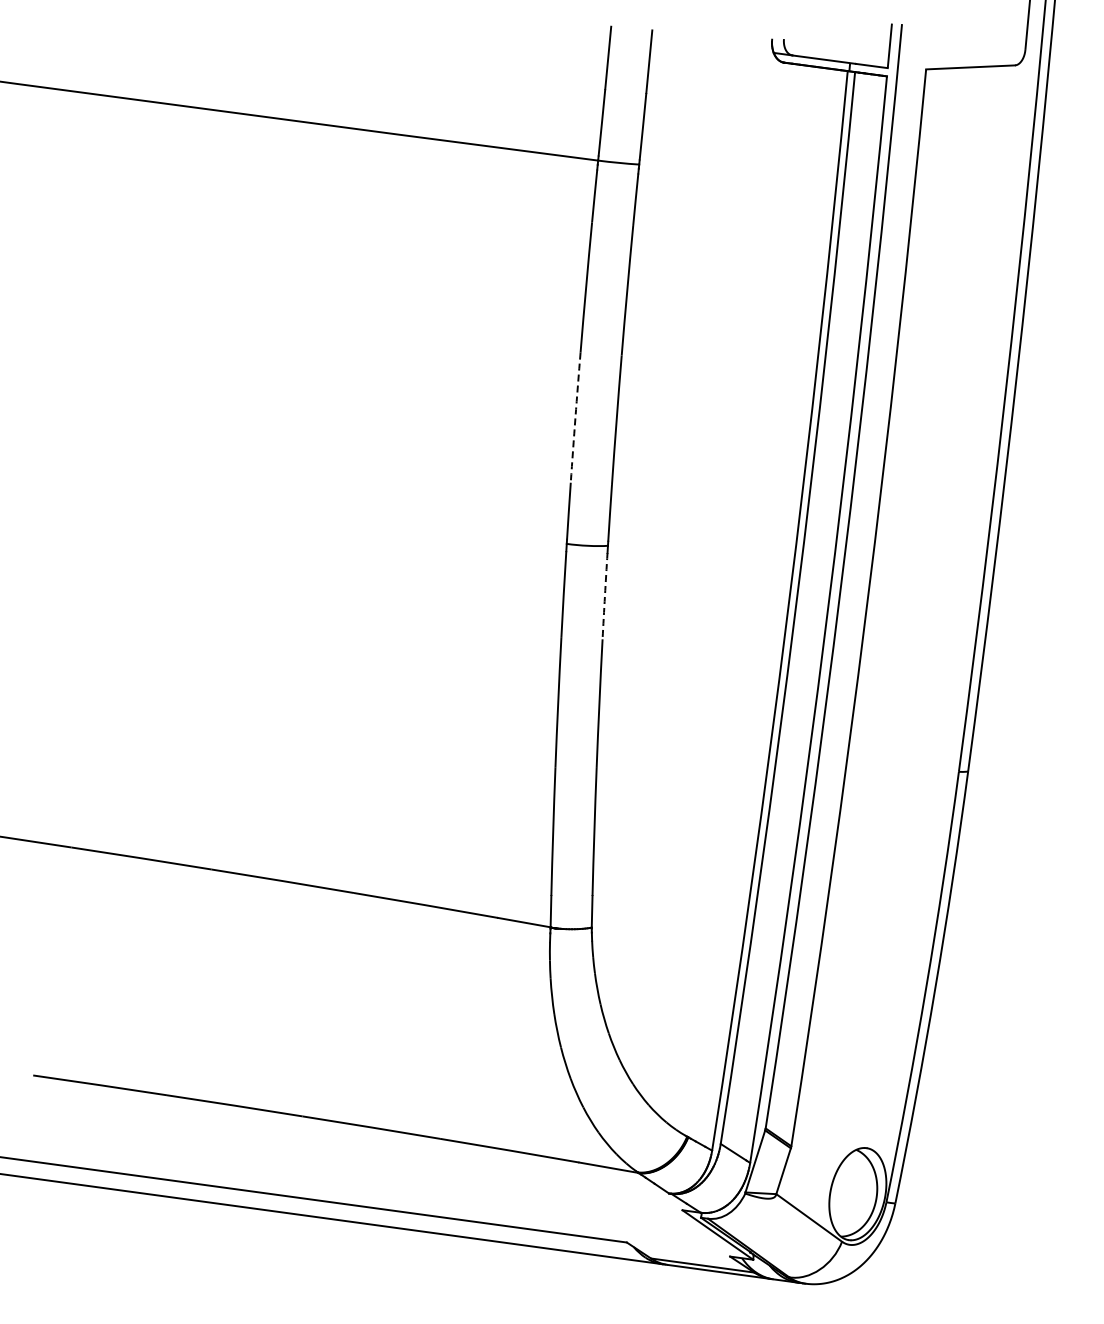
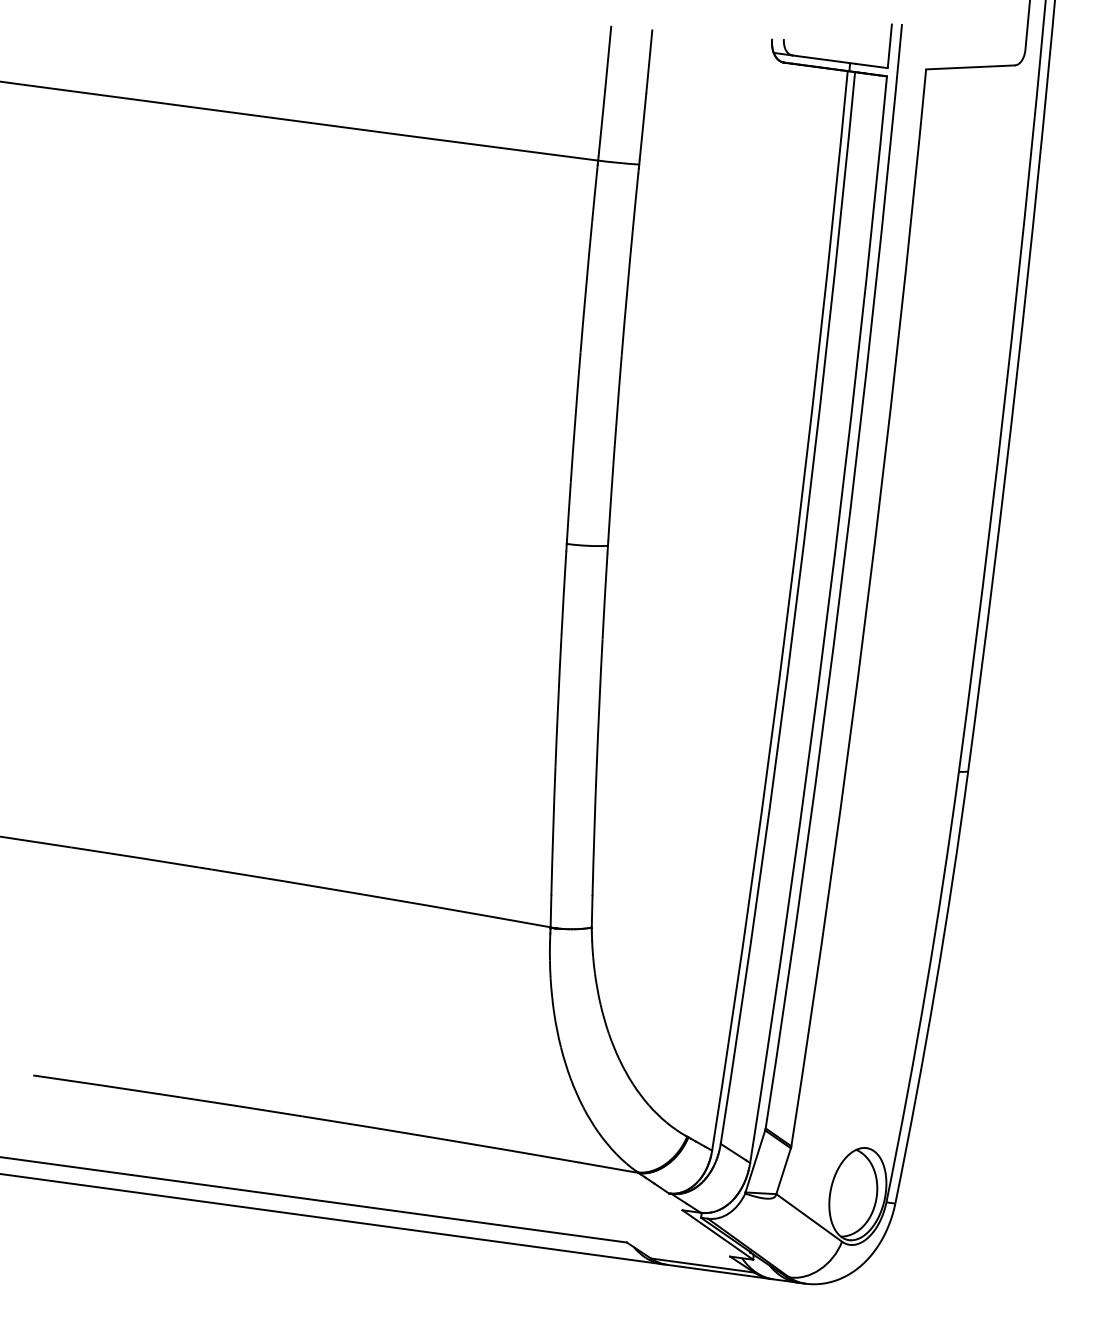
arc at (575, 417): dashed -> solid
arc at (604, 596): dashed -> solid
